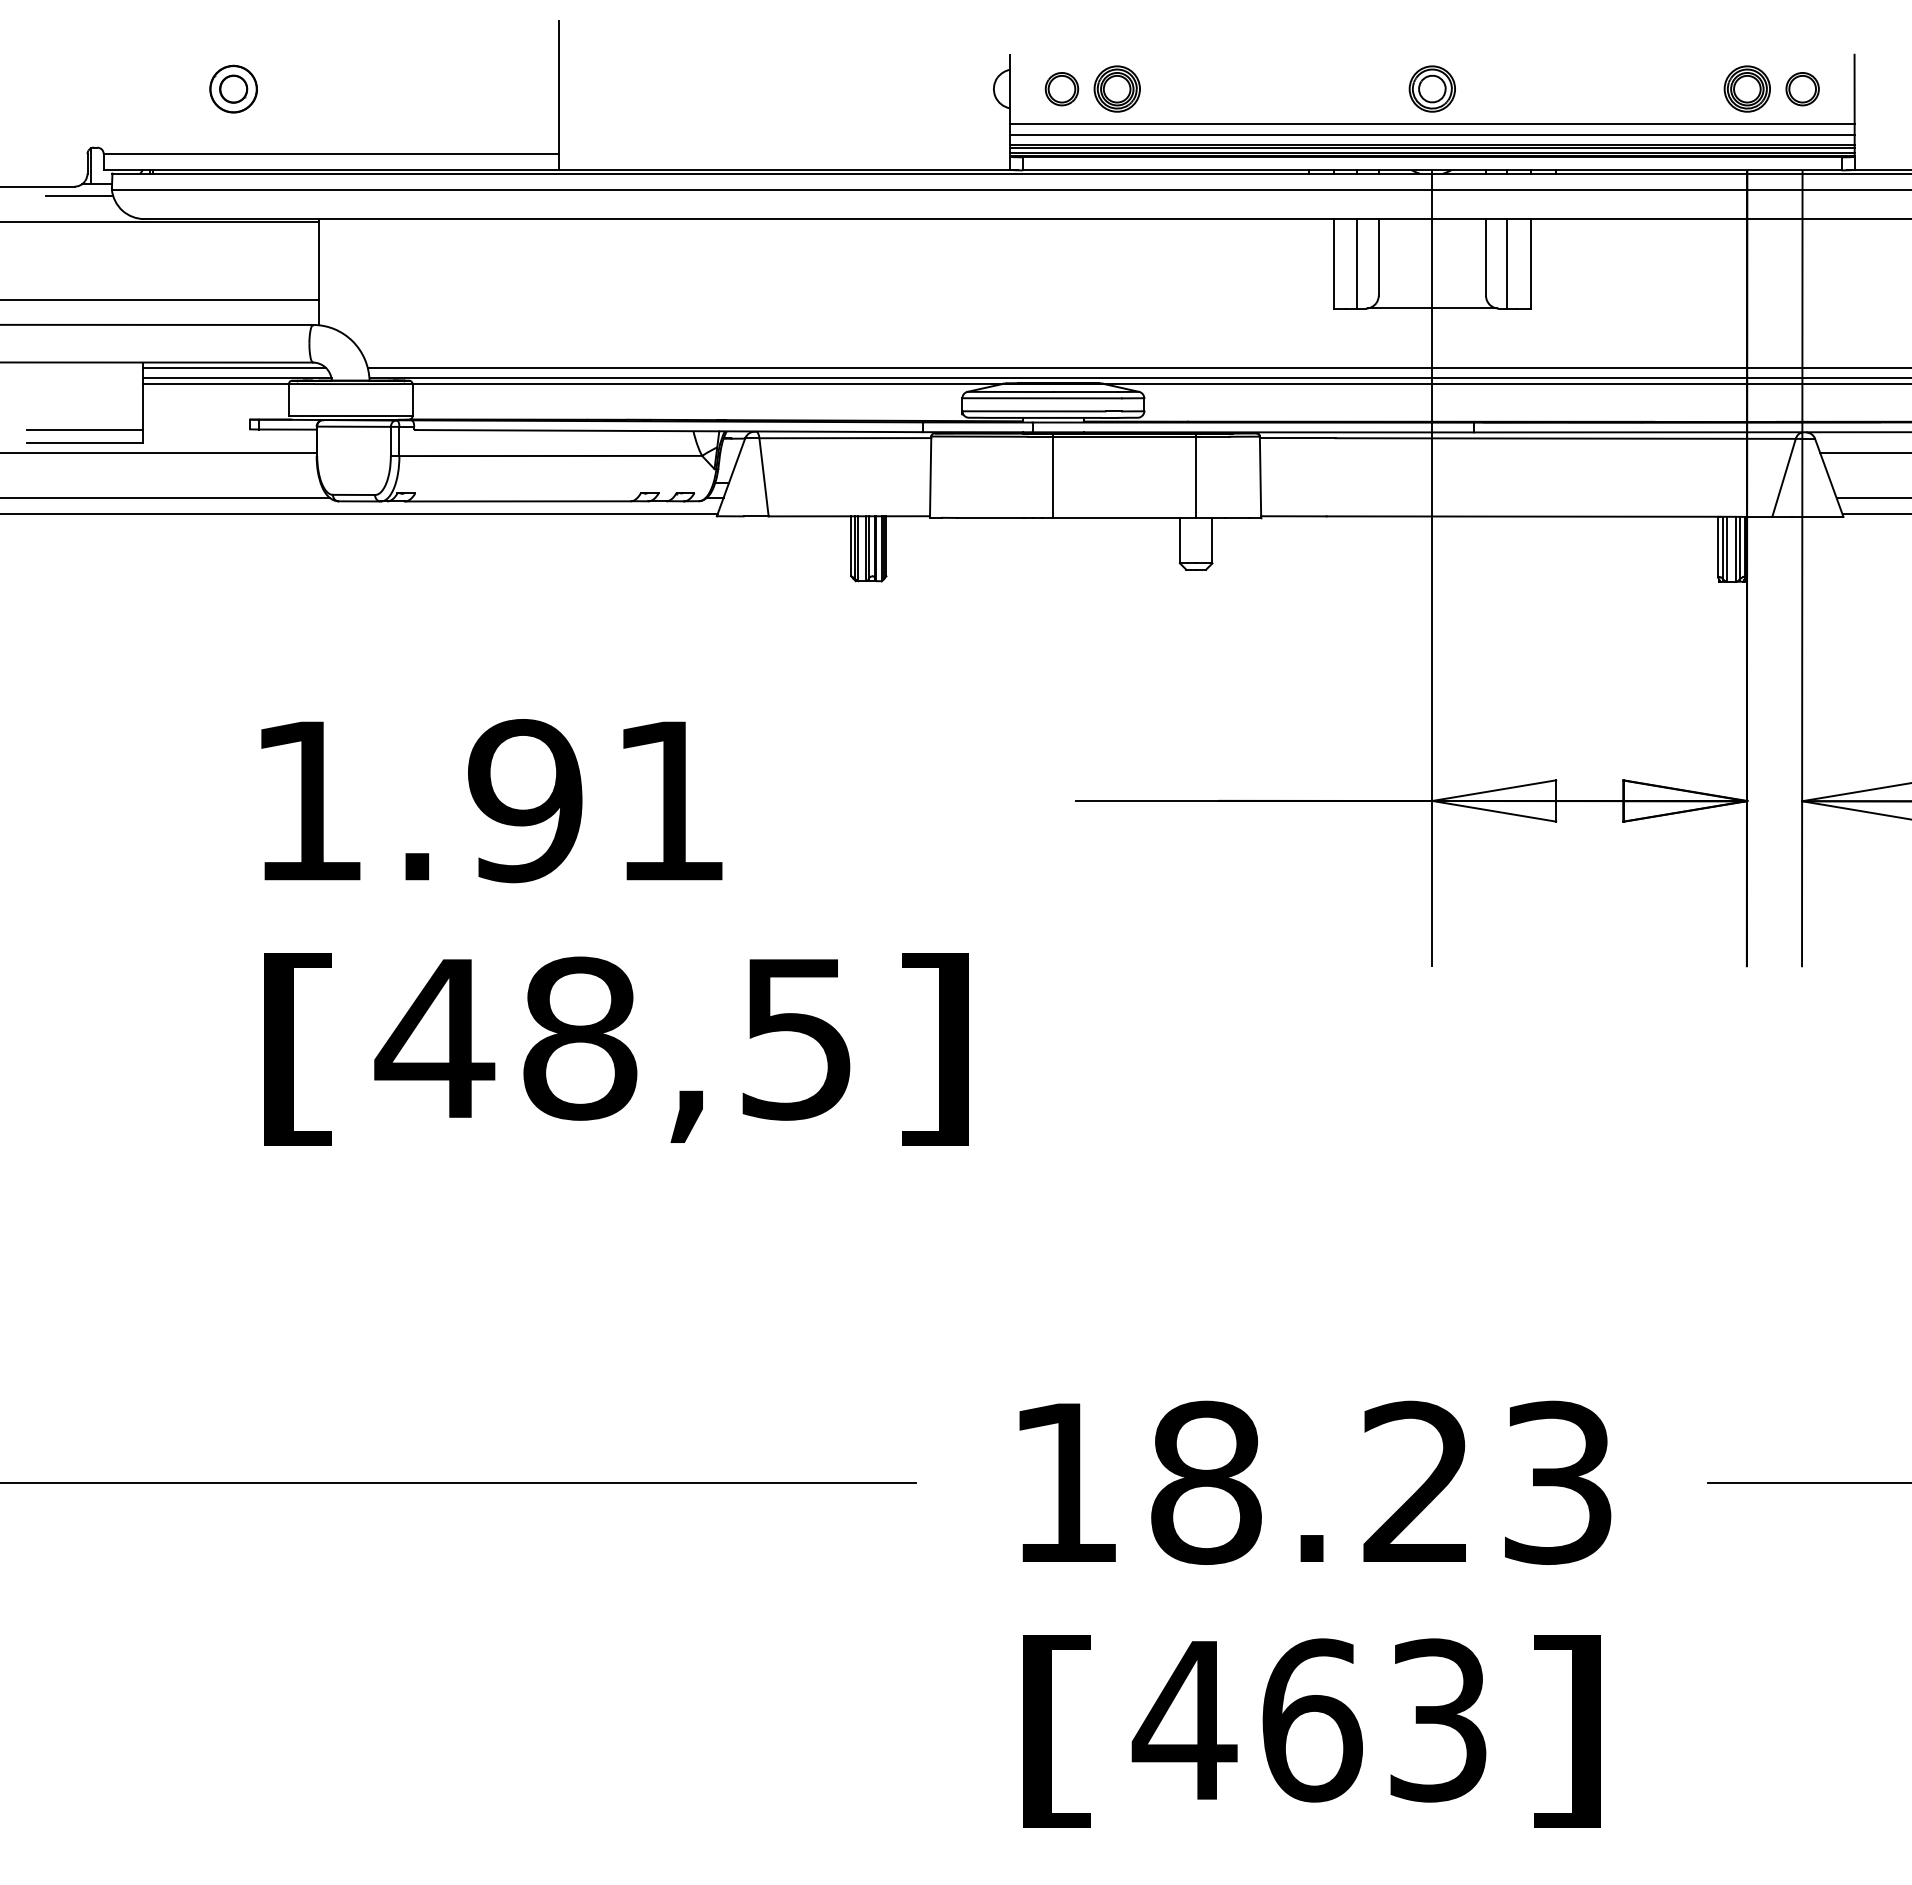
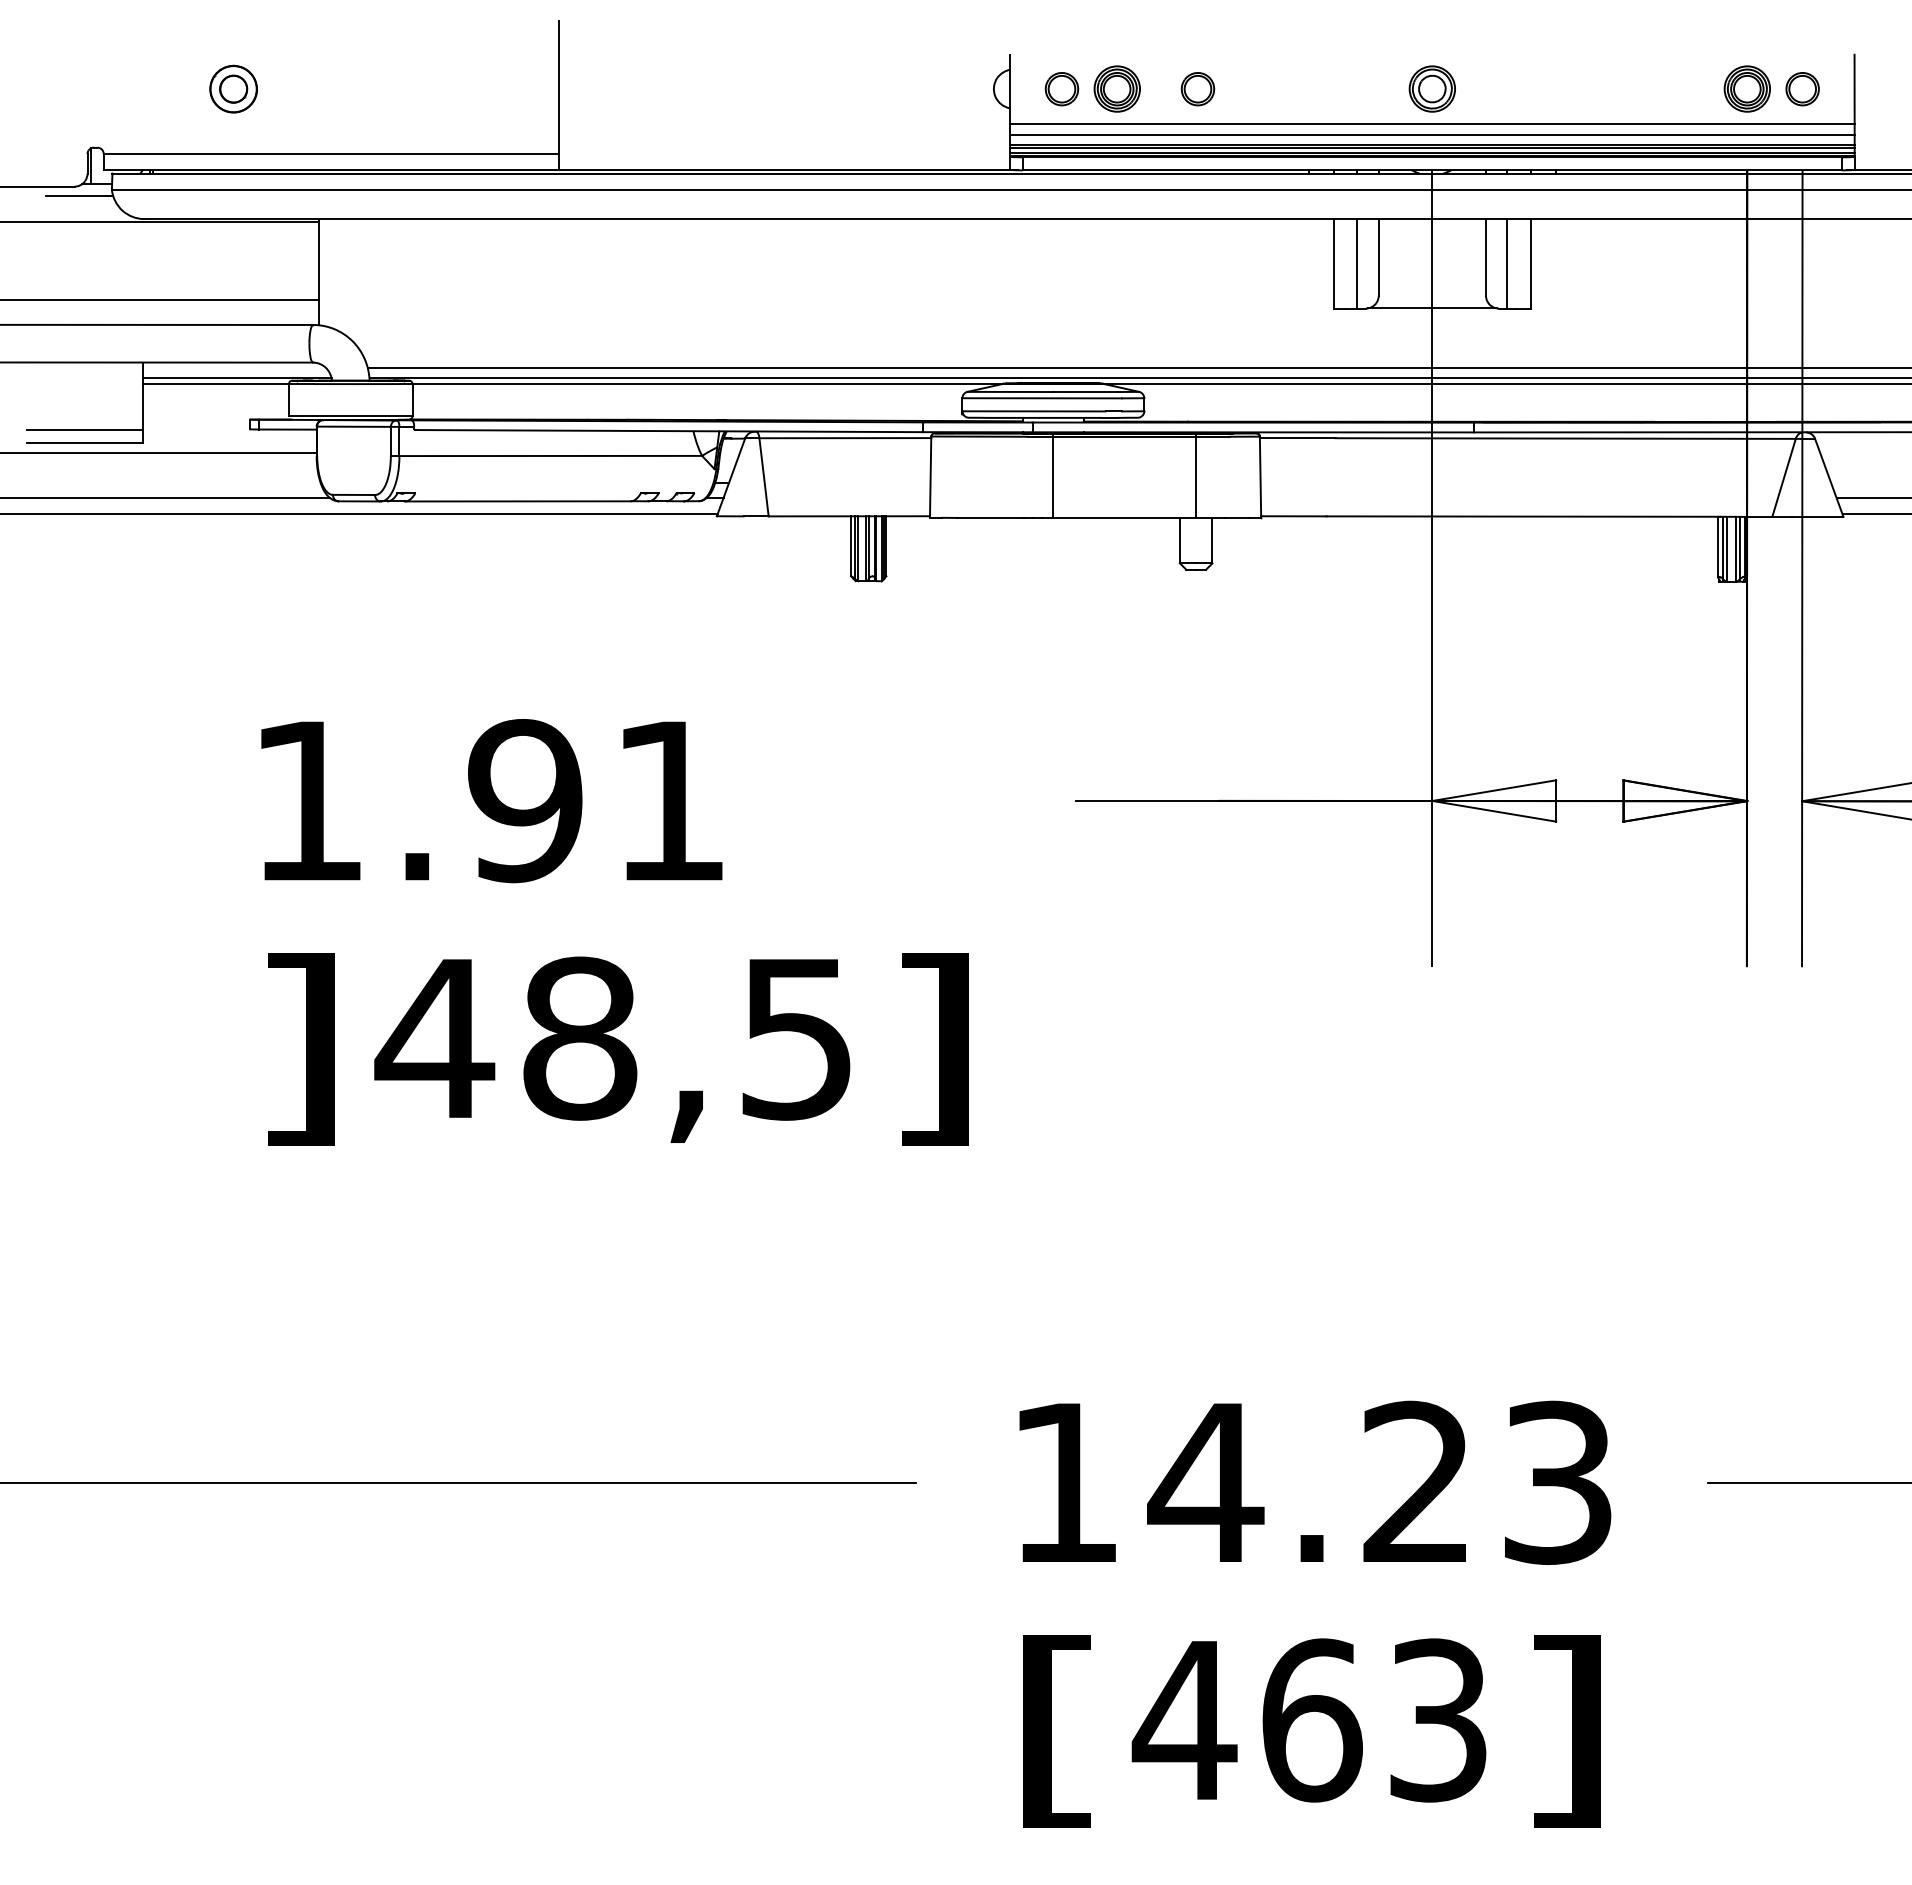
part at (1197, 89): none -> present
line at (234, 368): present -> none
line at (1864, 452): present -> none
text at (299, 1049): [ -> ]
text at (1205, 1482): 18.23 -> 14.23
